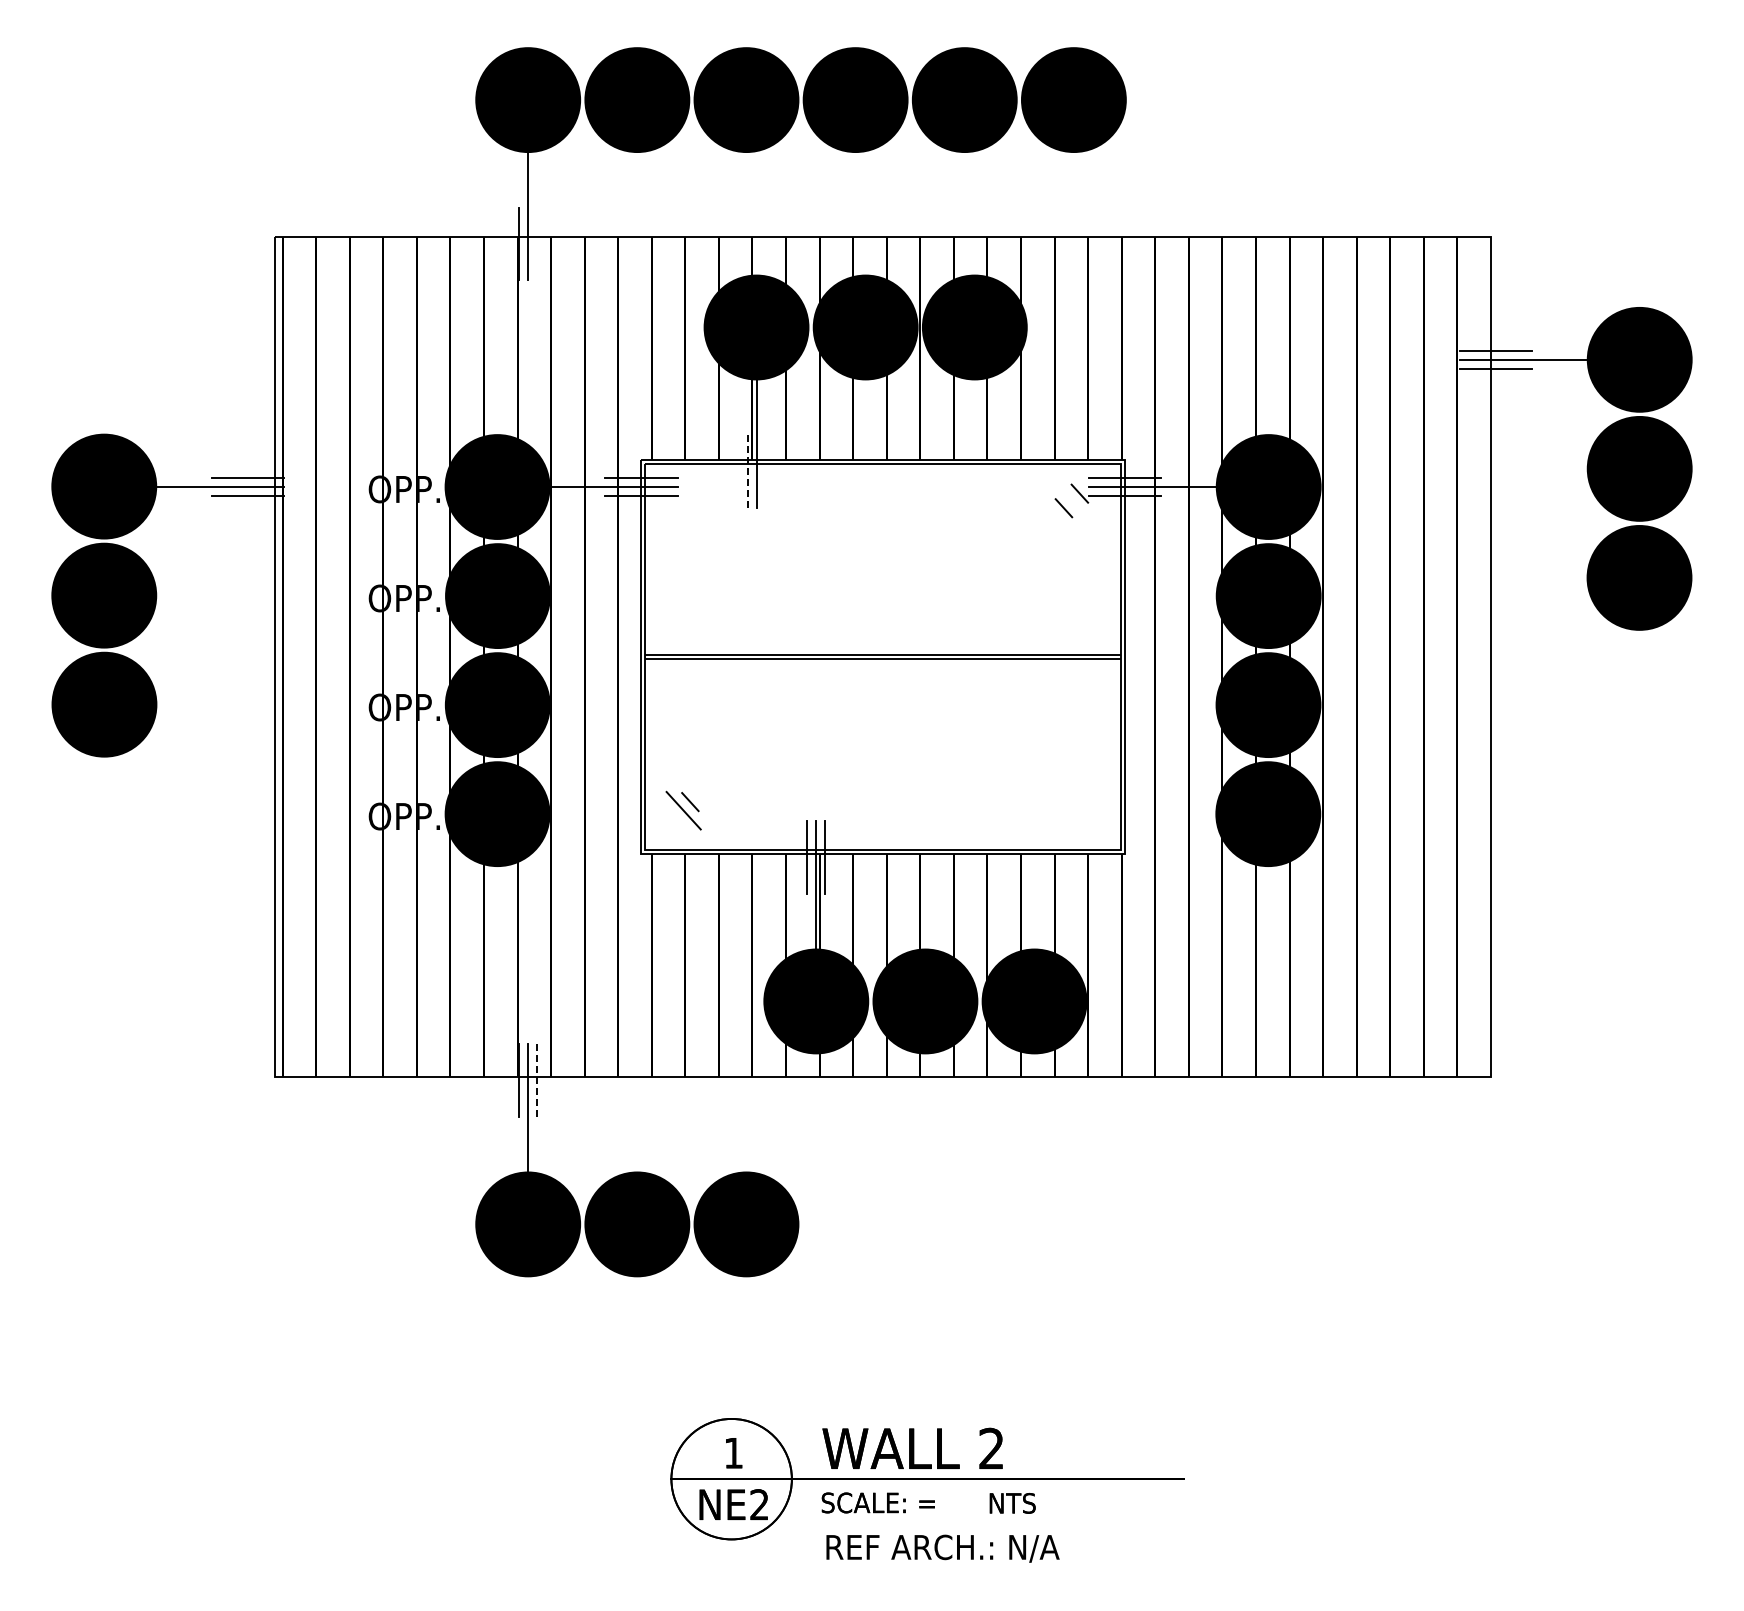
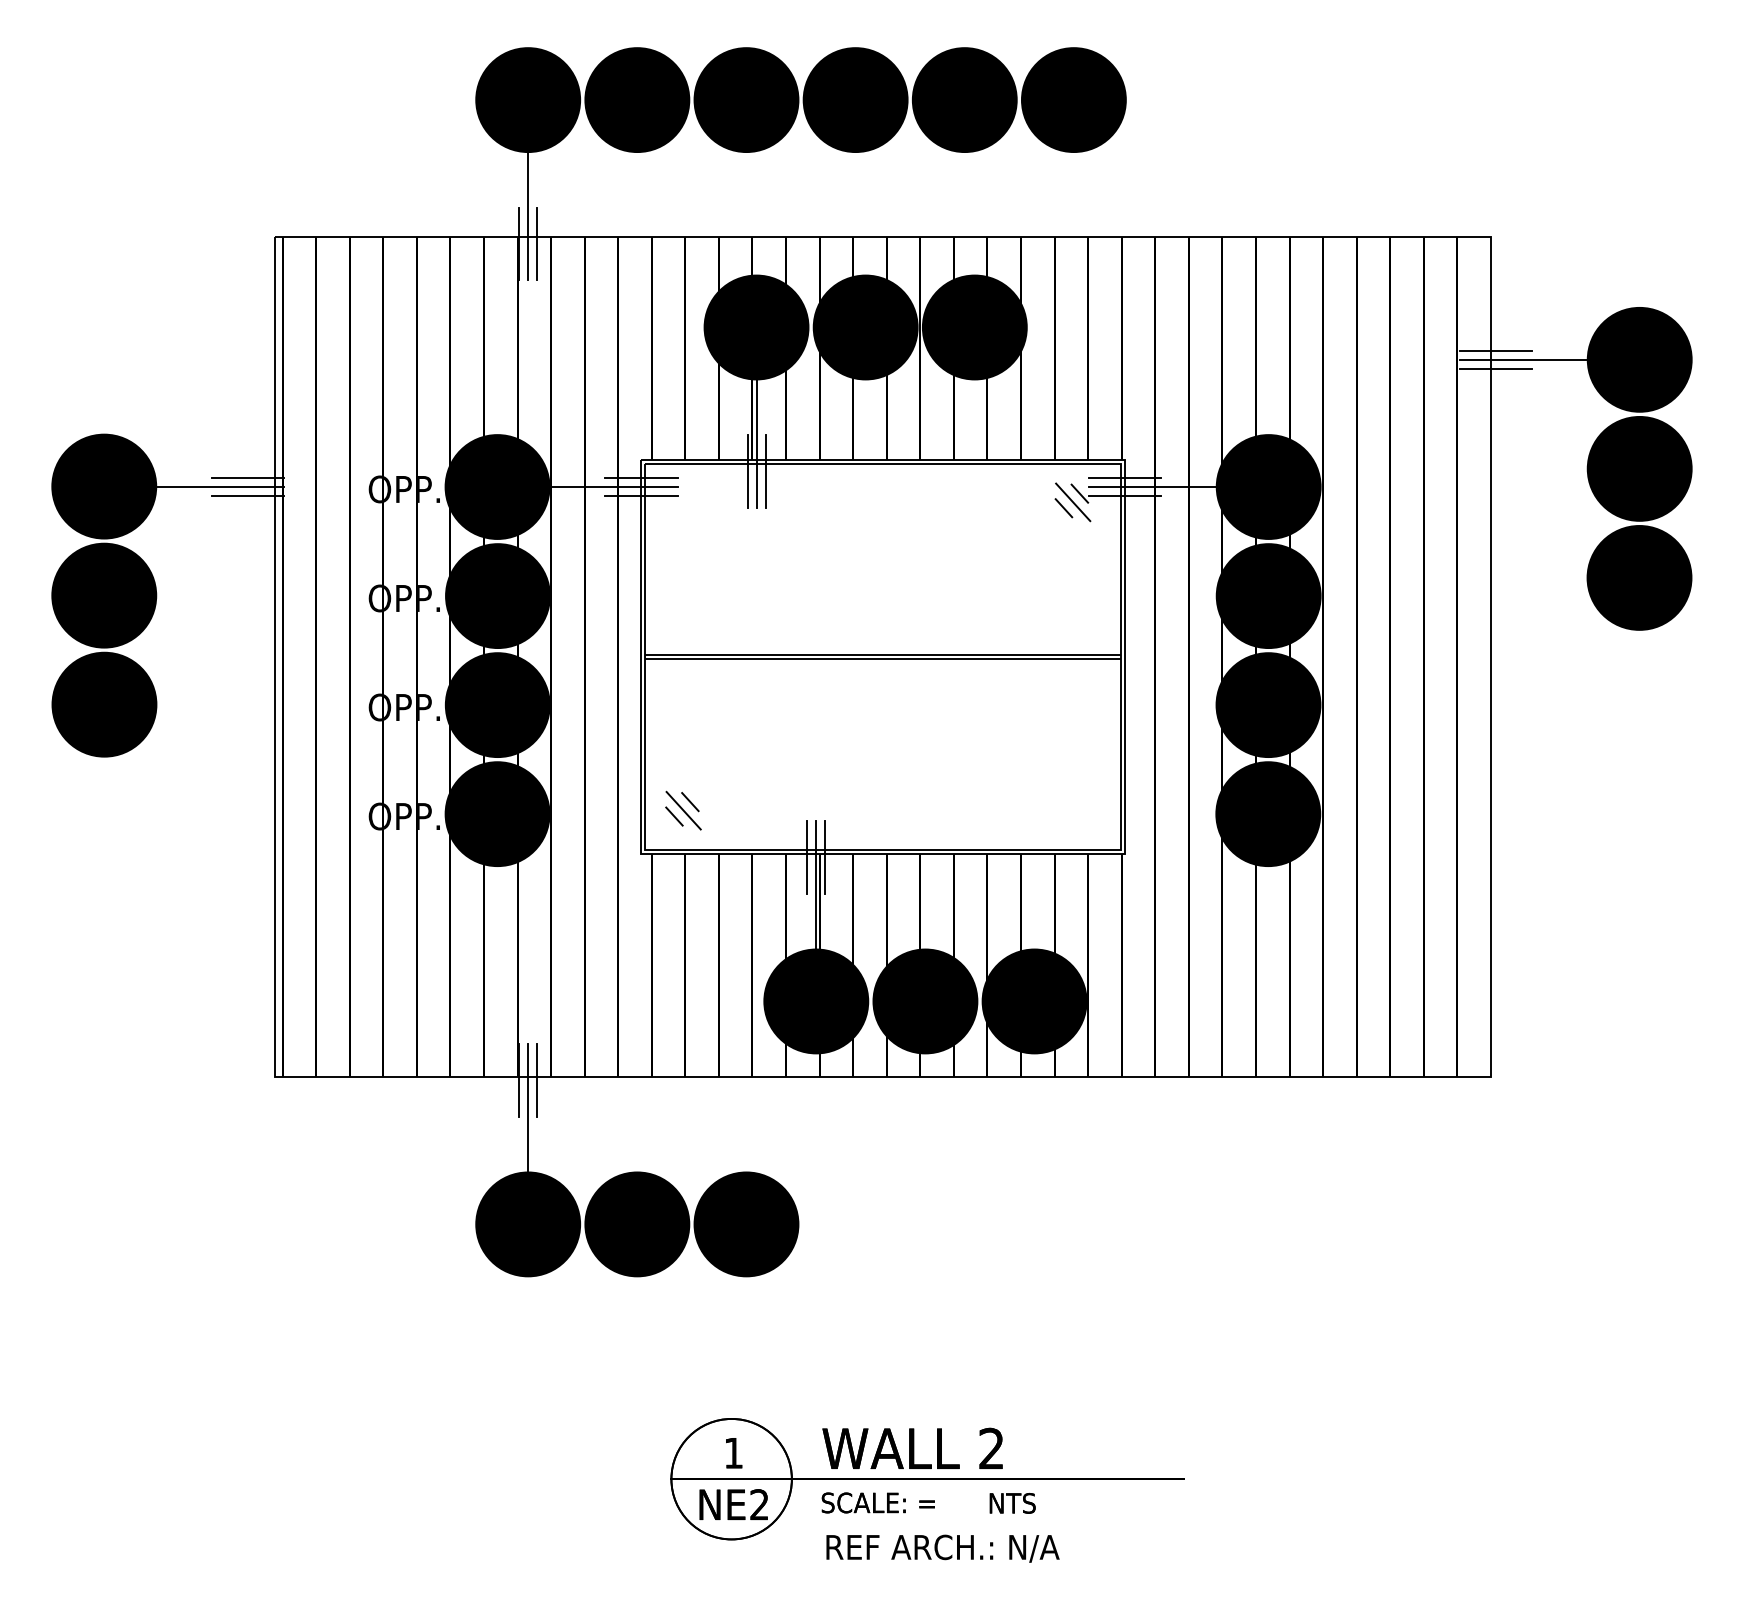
line at (537, 243): none -> present
line at (747, 471): dashed -> solid
line at (765, 471): none -> present
line at (1073, 502): none -> present
line at (674, 816): none -> present
line at (537, 1079): dashed -> solid
